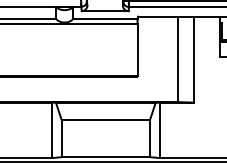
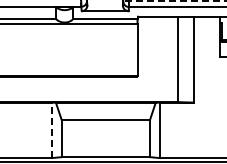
line at (174, 1): solid -> dashed
line at (51, 130): solid -> dashed
